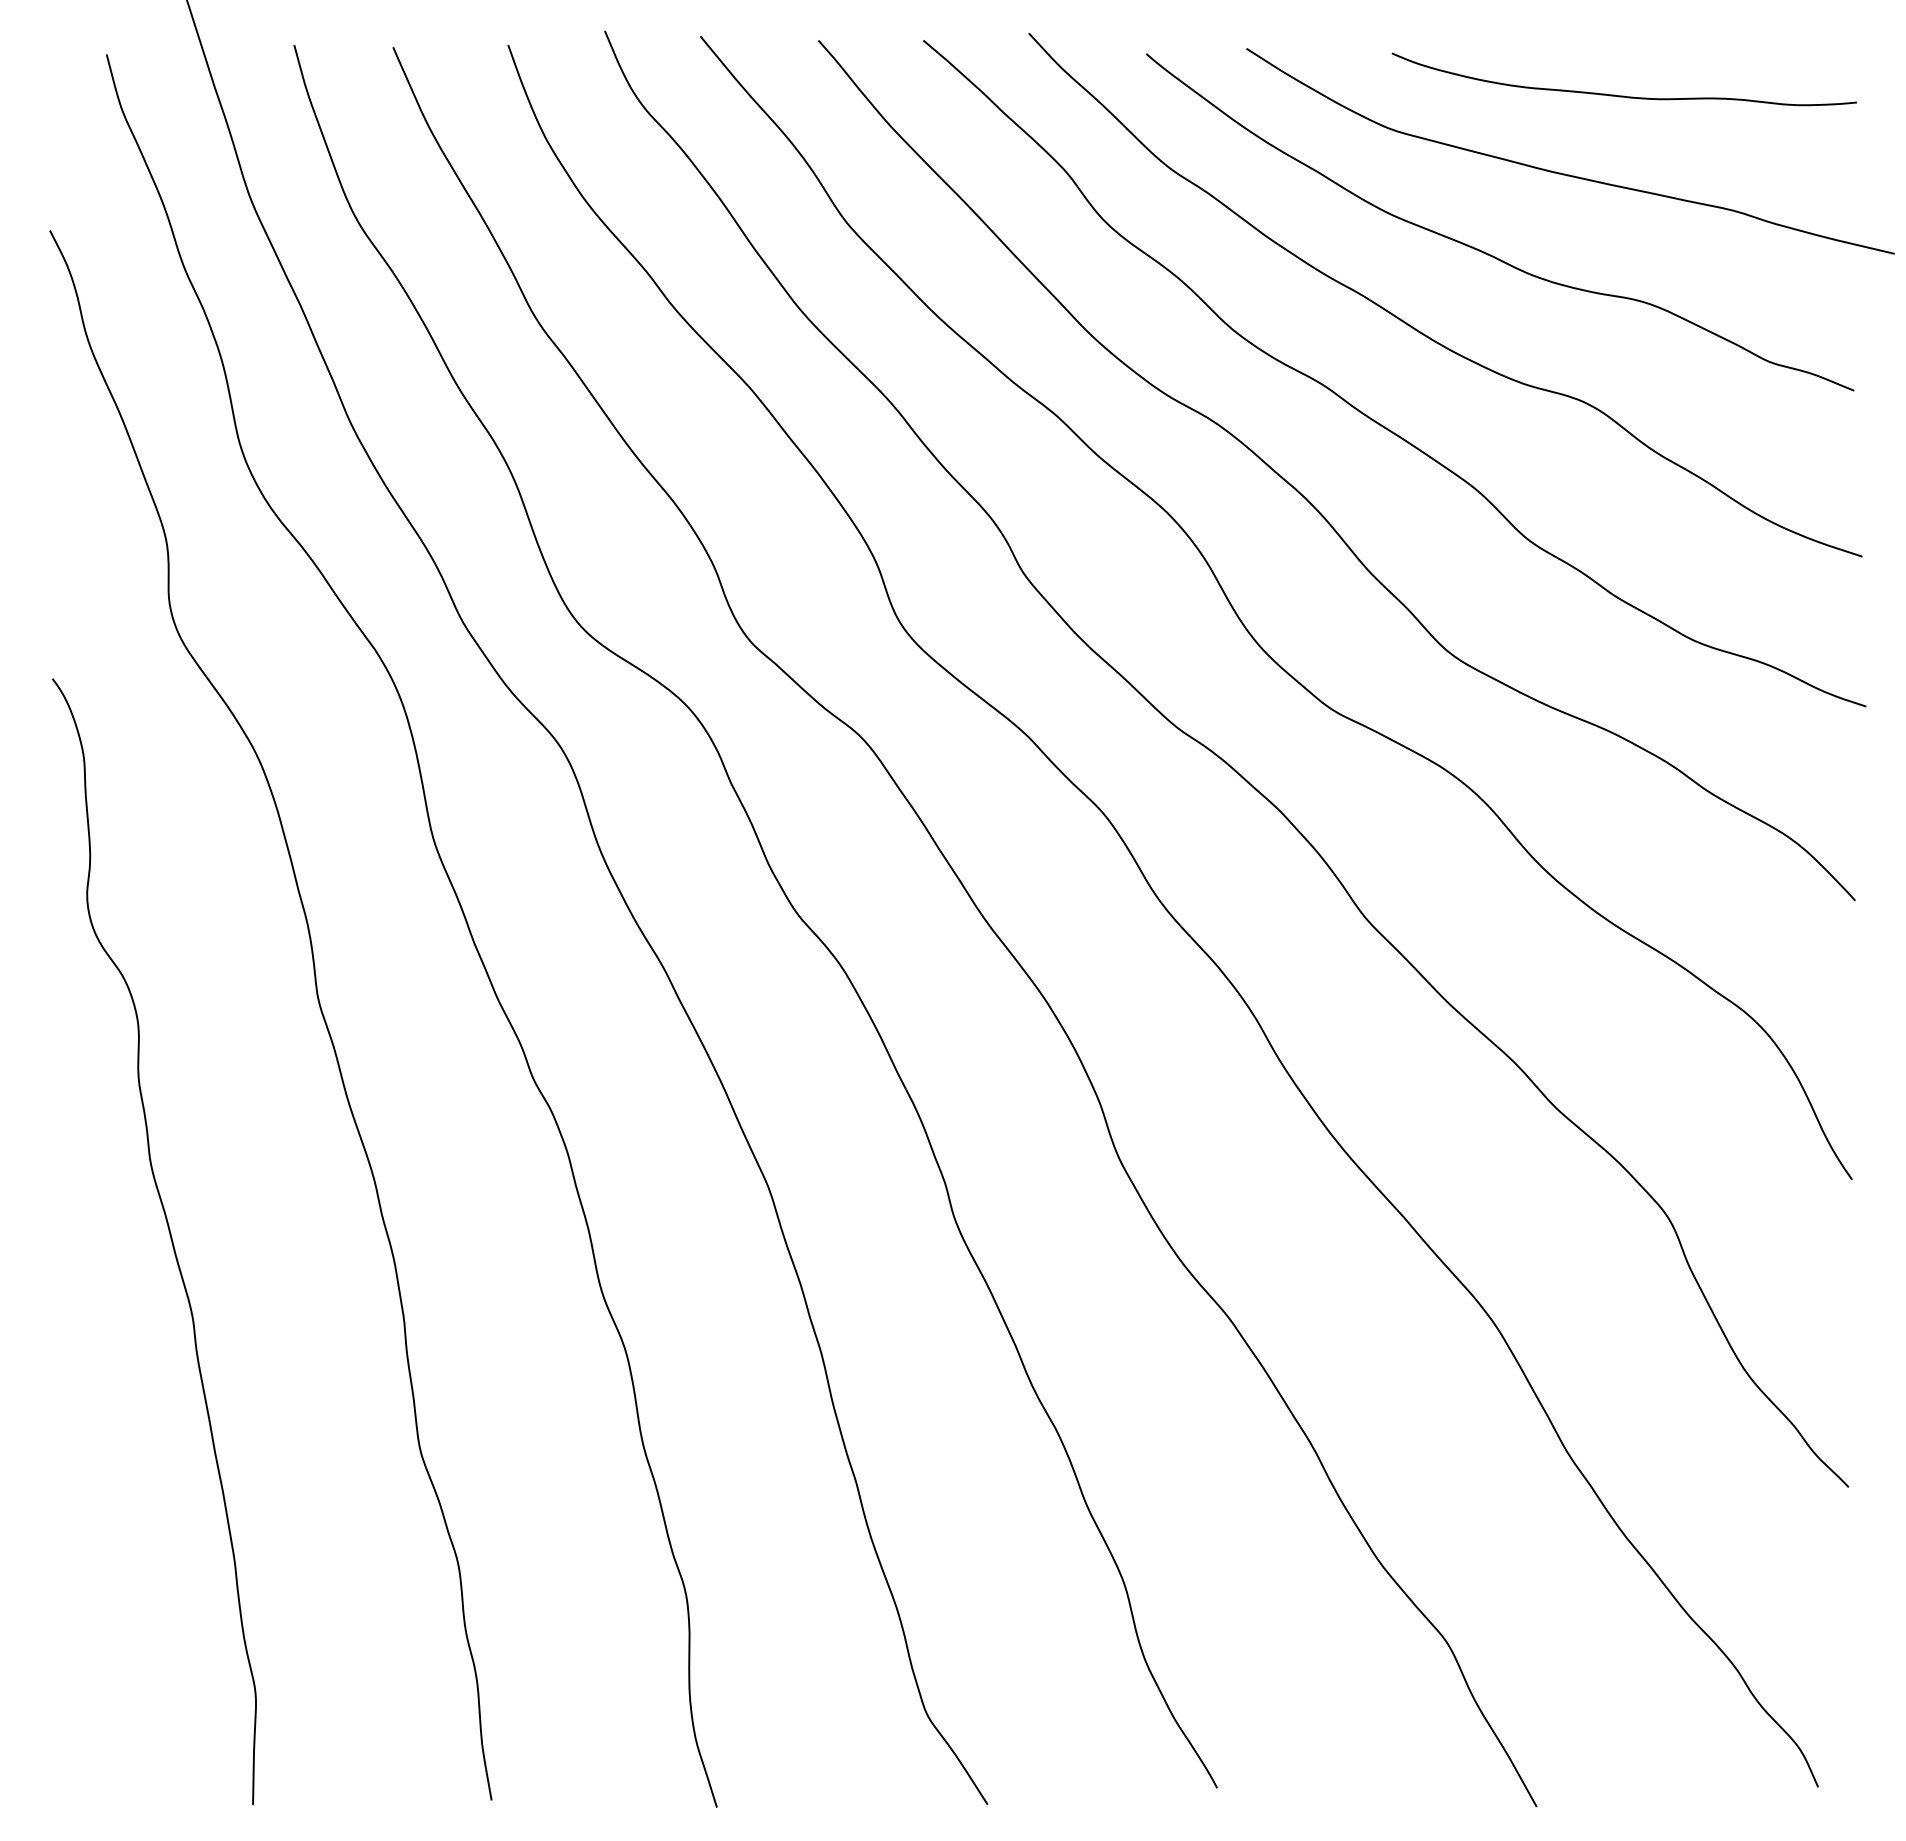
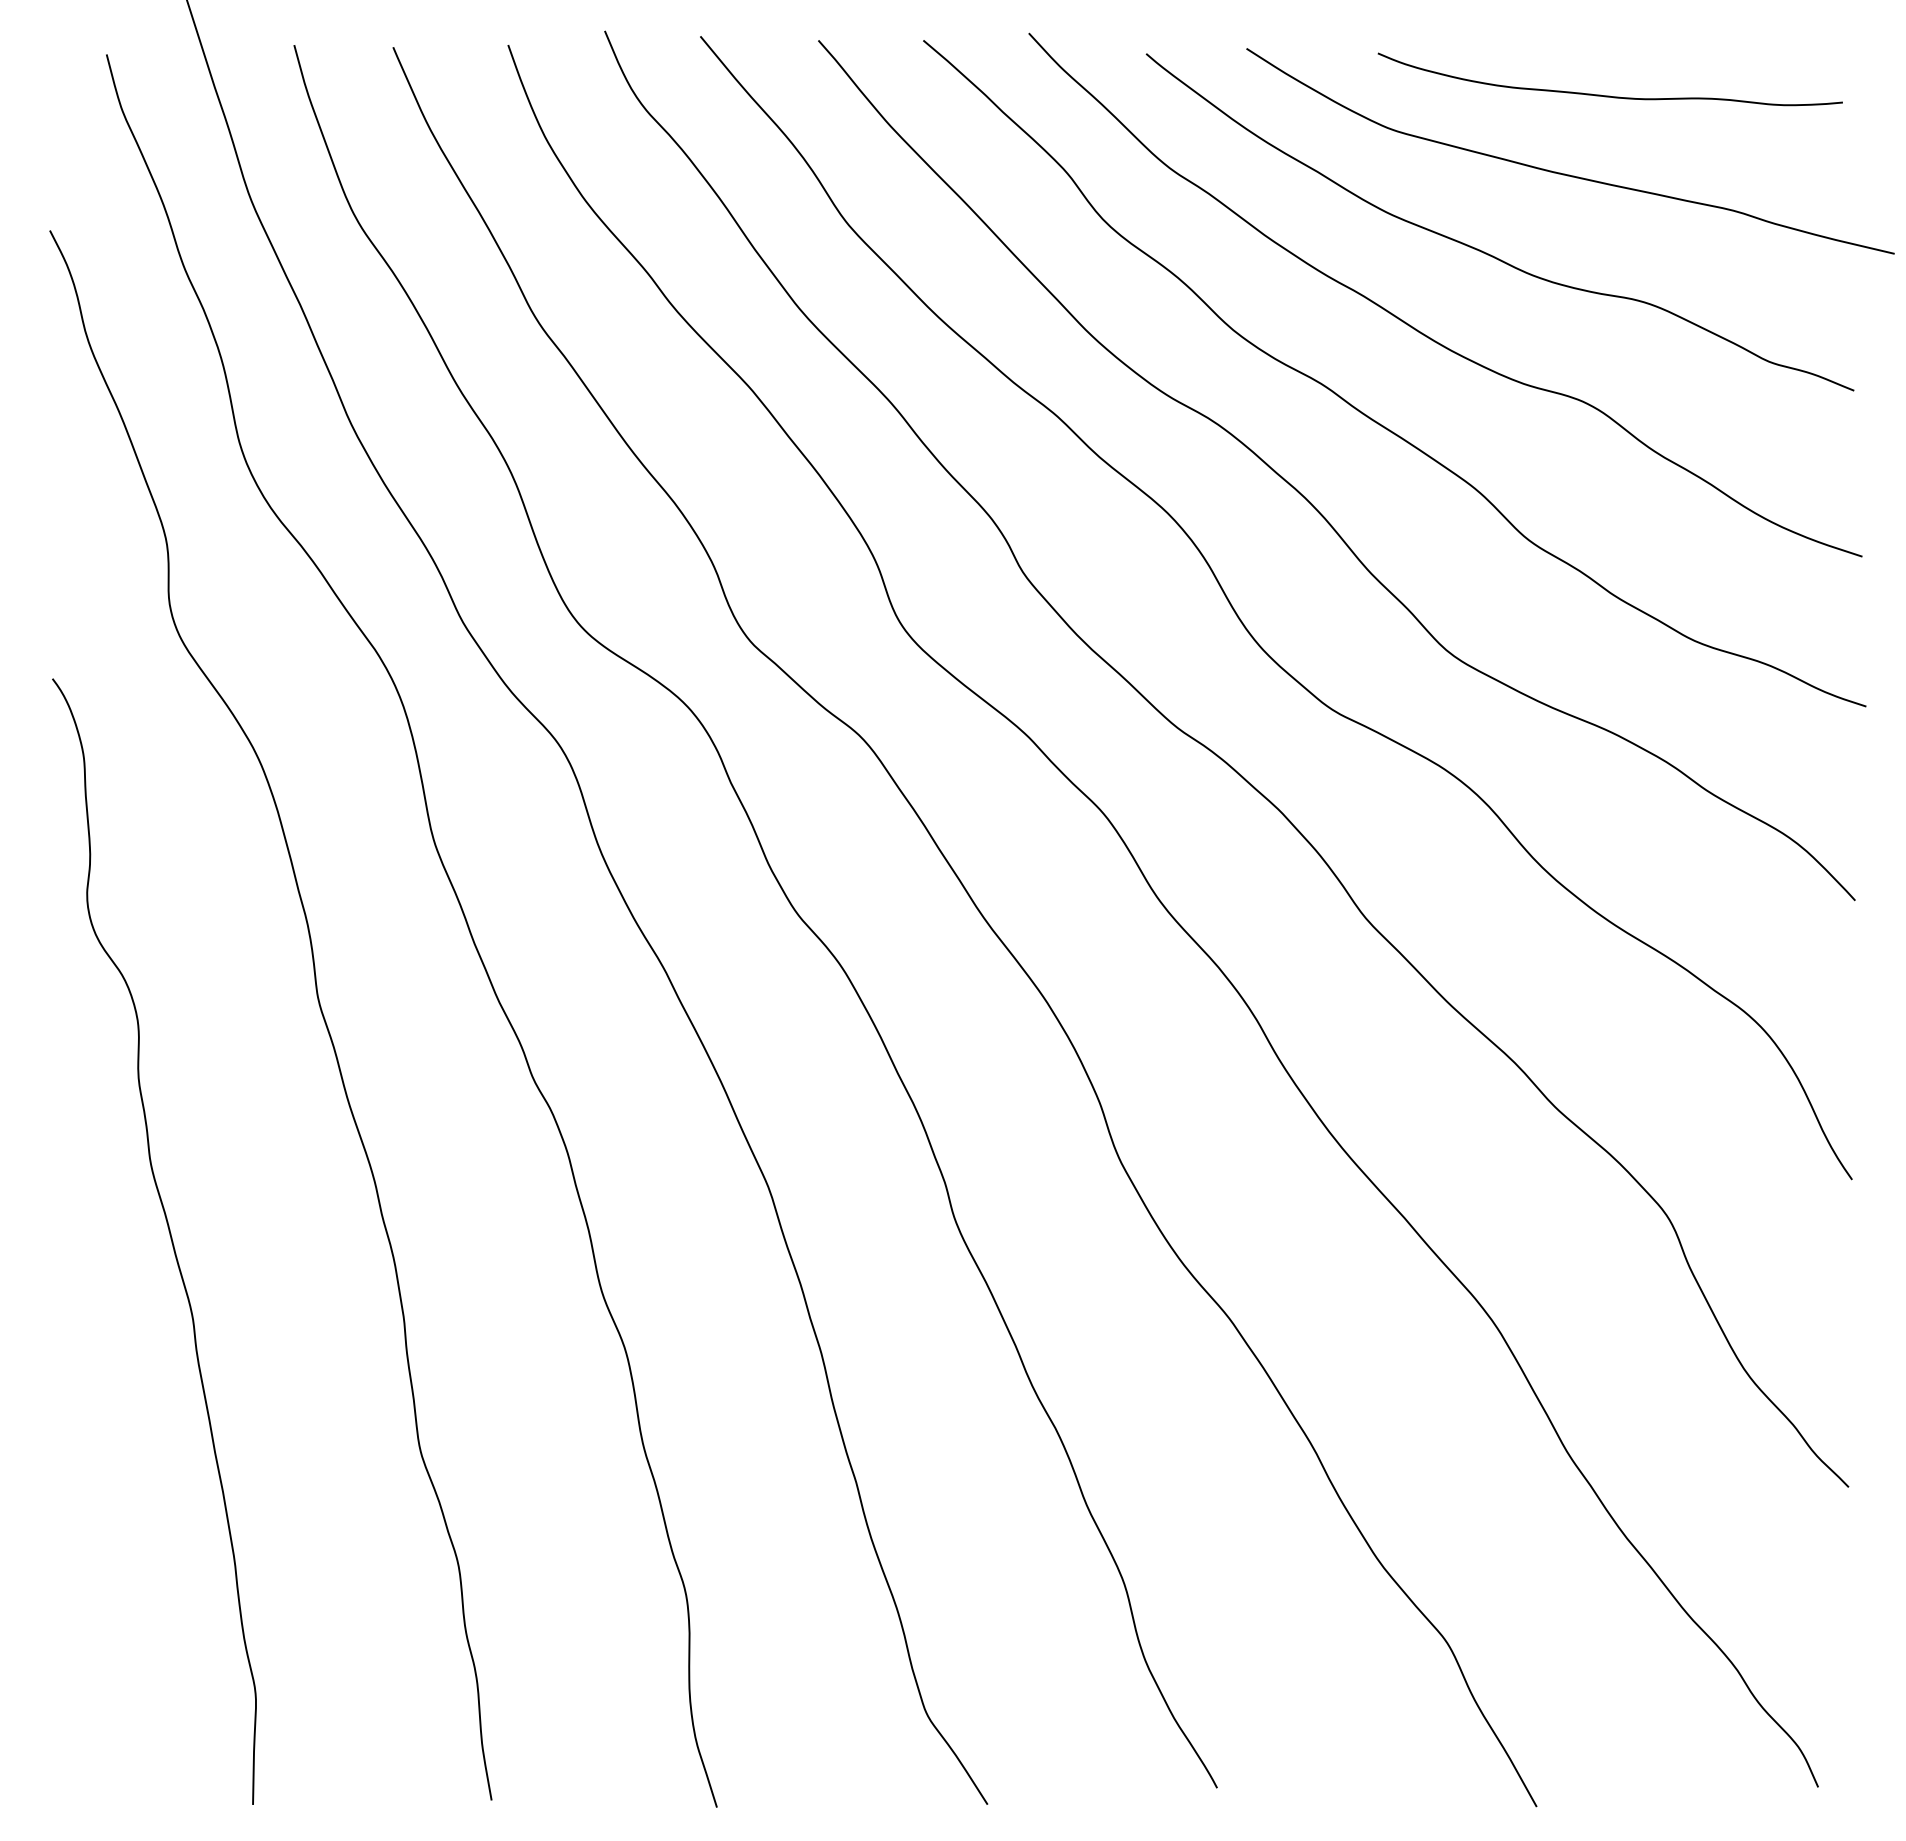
curve at (1623, 95) position: (1623, 95) -> (1609, 95)
